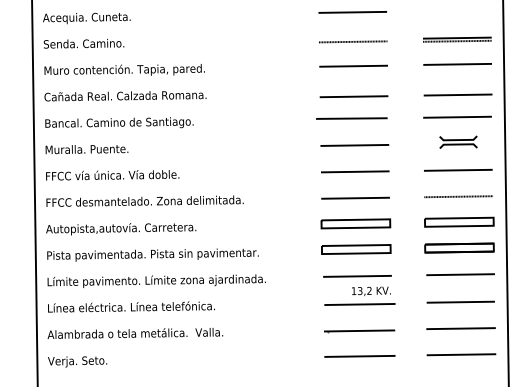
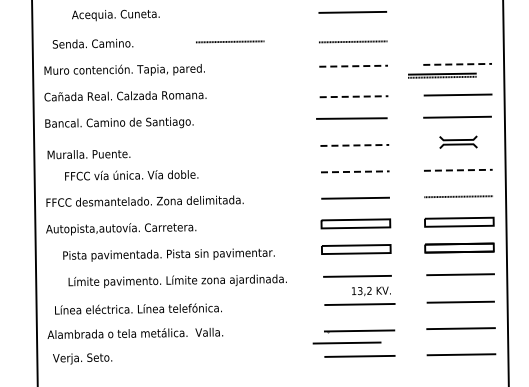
text at (86, 18) position: (86, 18) -> (115, 15)
part at (457, 39) position: (457, 39) -> (442, 75)
line at (230, 41): none -> present
text at (83, 43) position: (83, 43) -> (92, 43)
line at (458, 64): solid -> dashed
line at (354, 66): solid -> dashed
line at (354, 96): solid -> dashed
line at (355, 145): solid -> dashed
text at (86, 149) position: (86, 149) -> (88, 154)
line at (458, 170): solid -> dashed
line at (355, 171): solid -> dashed
text at (112, 175) position: (112, 175) -> (131, 175)
text at (152, 254) position: (152, 254) -> (168, 254)
text at (156, 280) position: (156, 280) -> (177, 280)
text at (131, 306) position: (131, 306) -> (138, 308)
line at (346, 342): none -> present
text at (77, 361) position: (77, 361) -> (82, 358)
